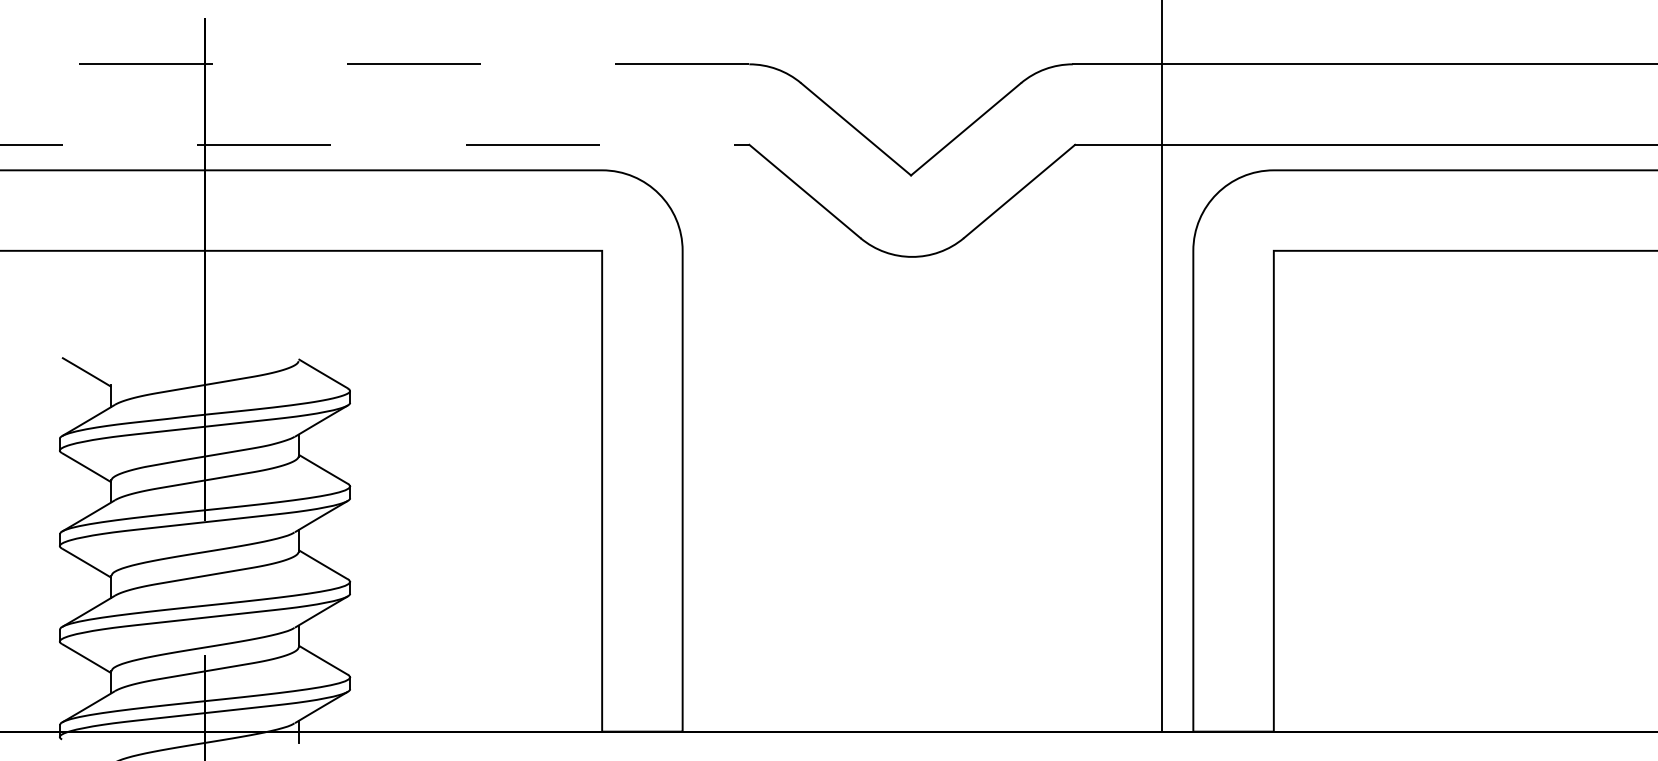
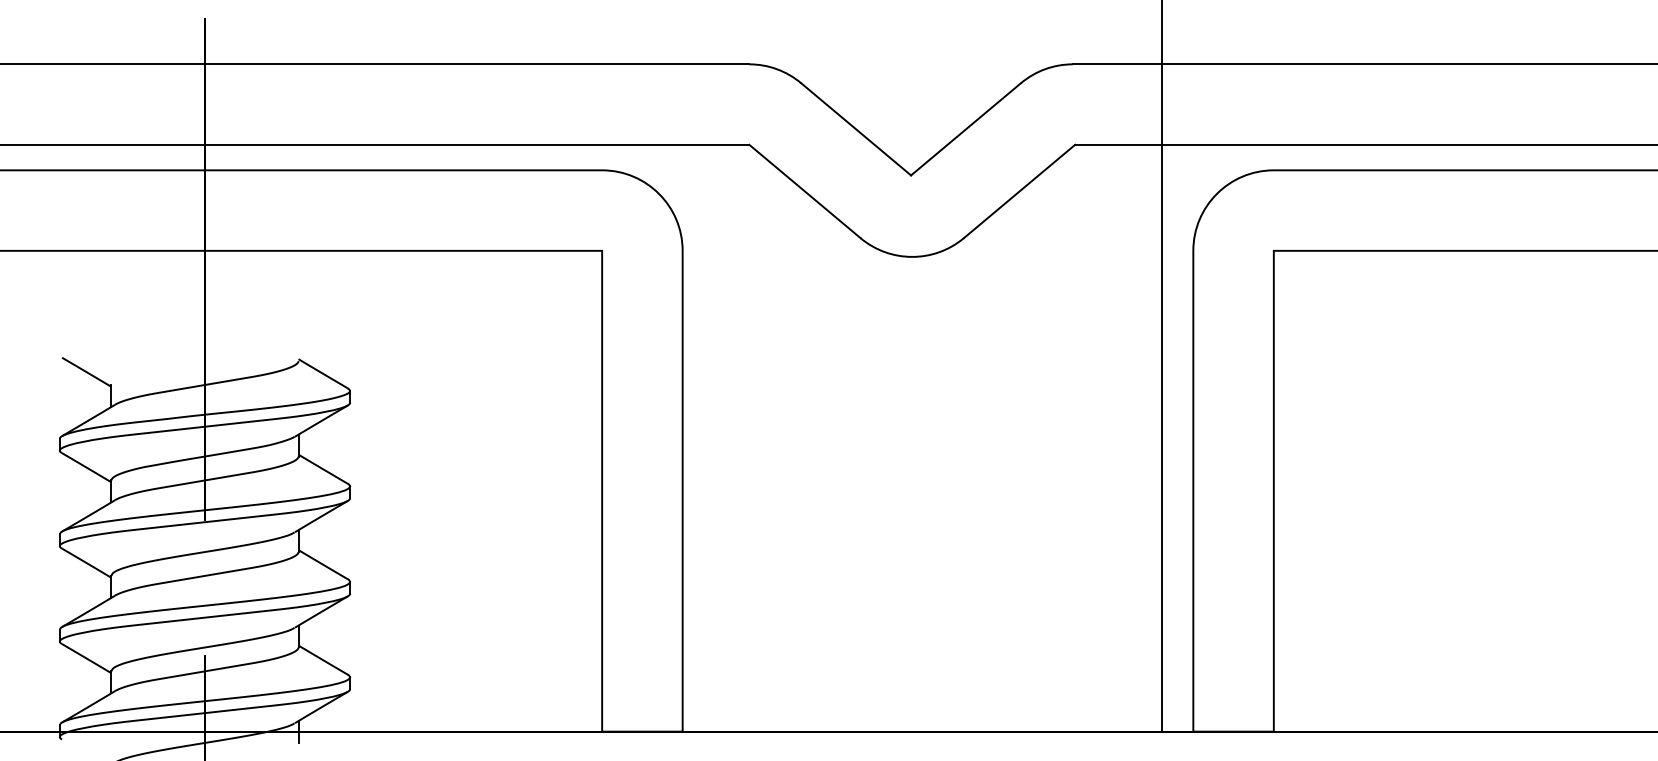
line at (374, 64): dashed -> solid
line at (375, 144): dashed -> solid
